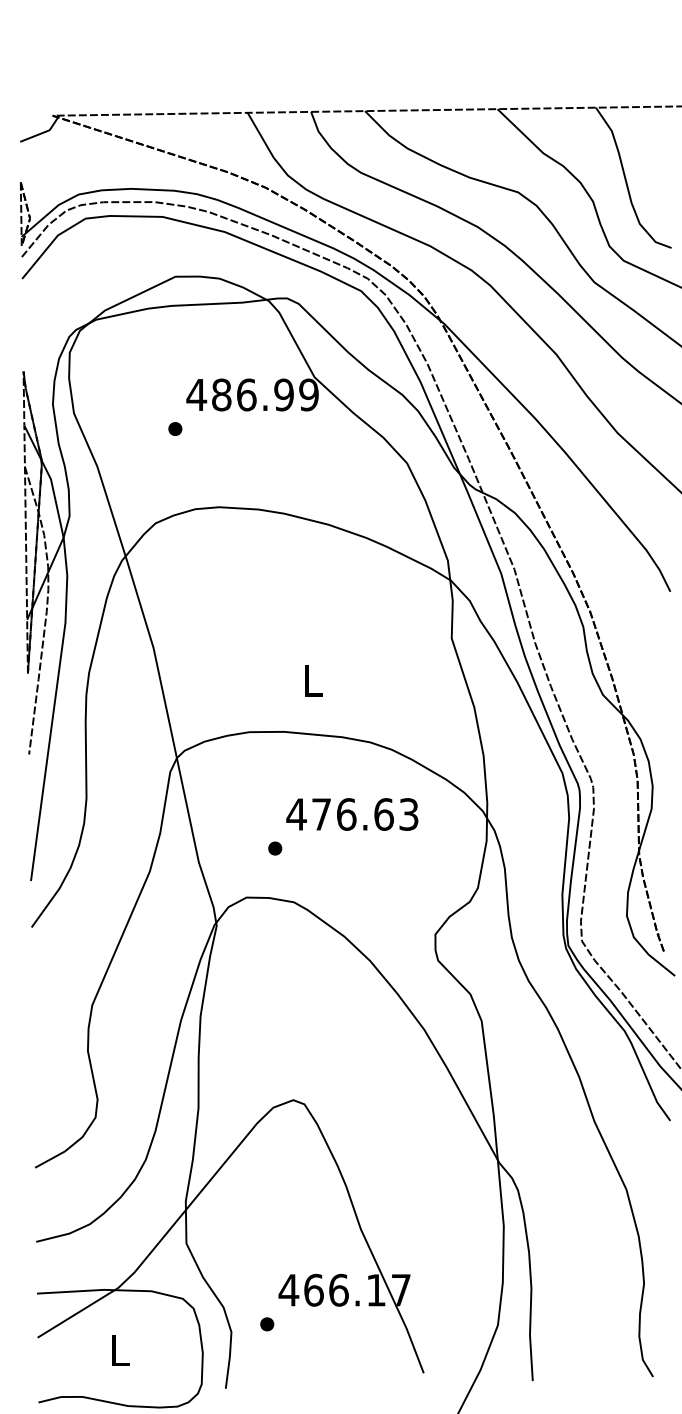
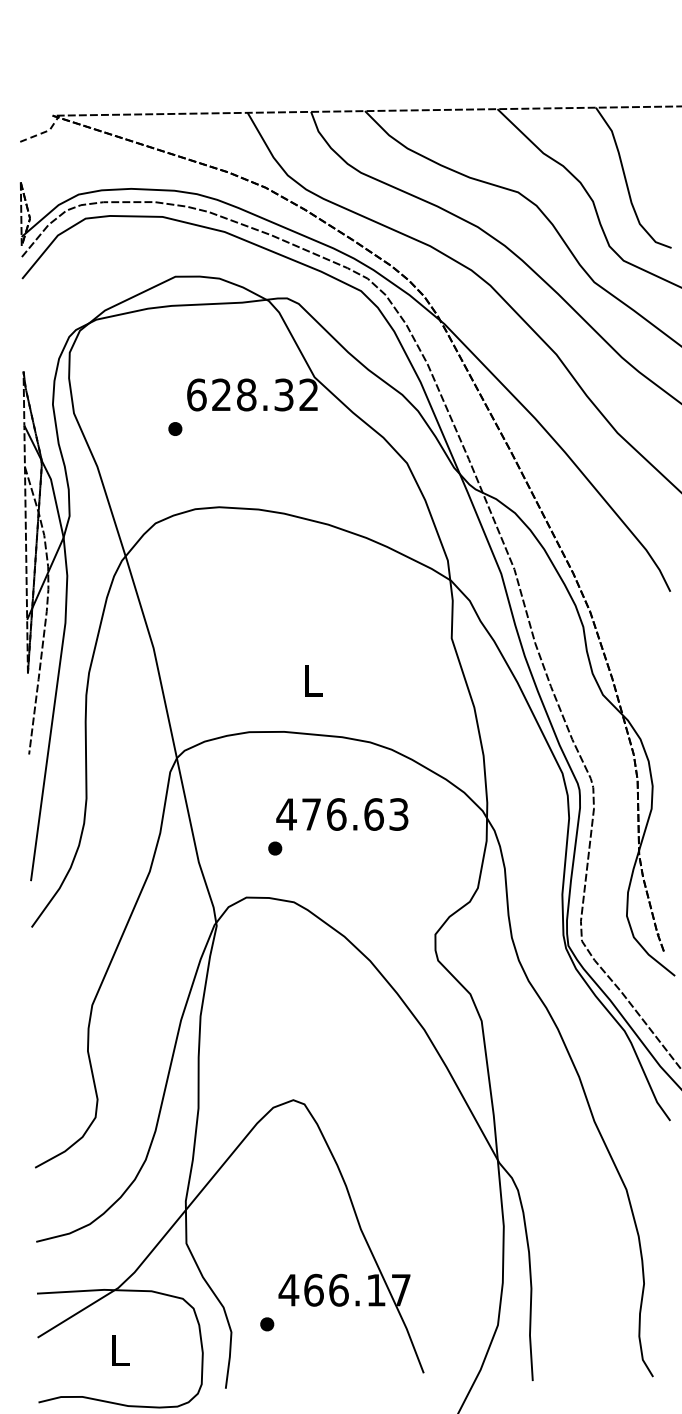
line at (44, 132): solid -> dashed
text at (252, 394): 486.99 -> 628.32
text at (352, 814) position: (352, 814) -> (342, 814)
